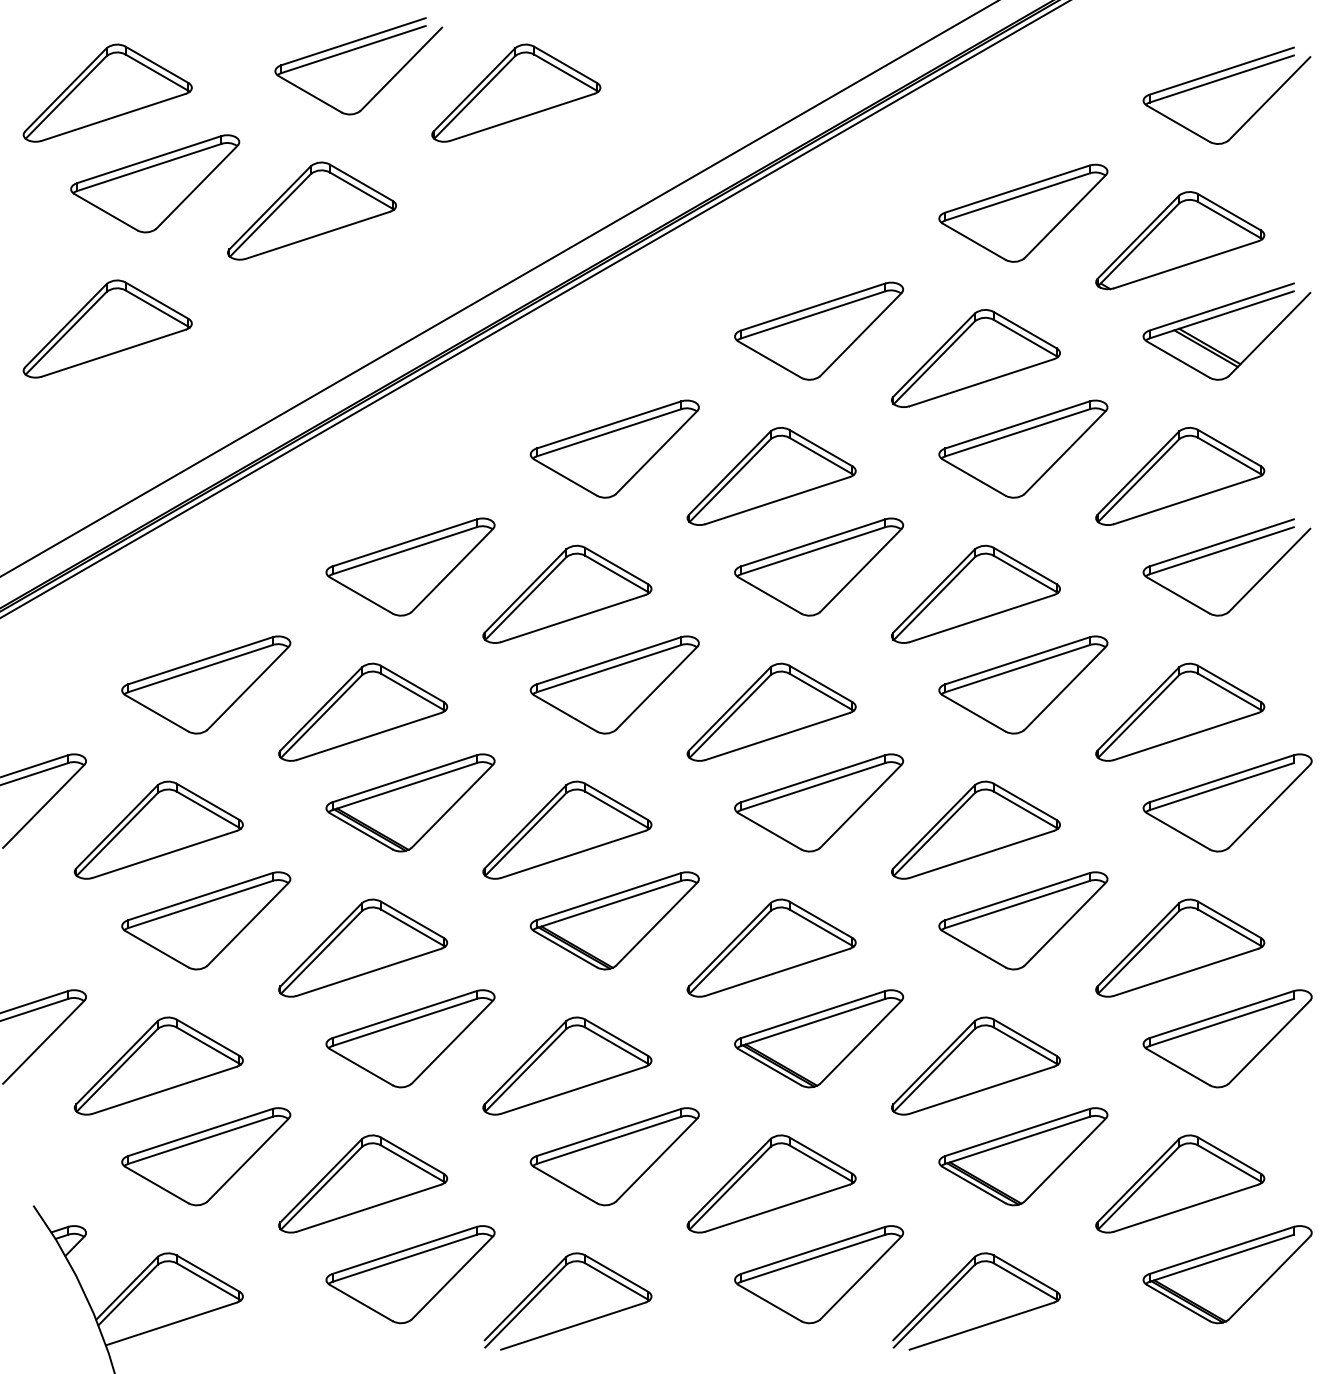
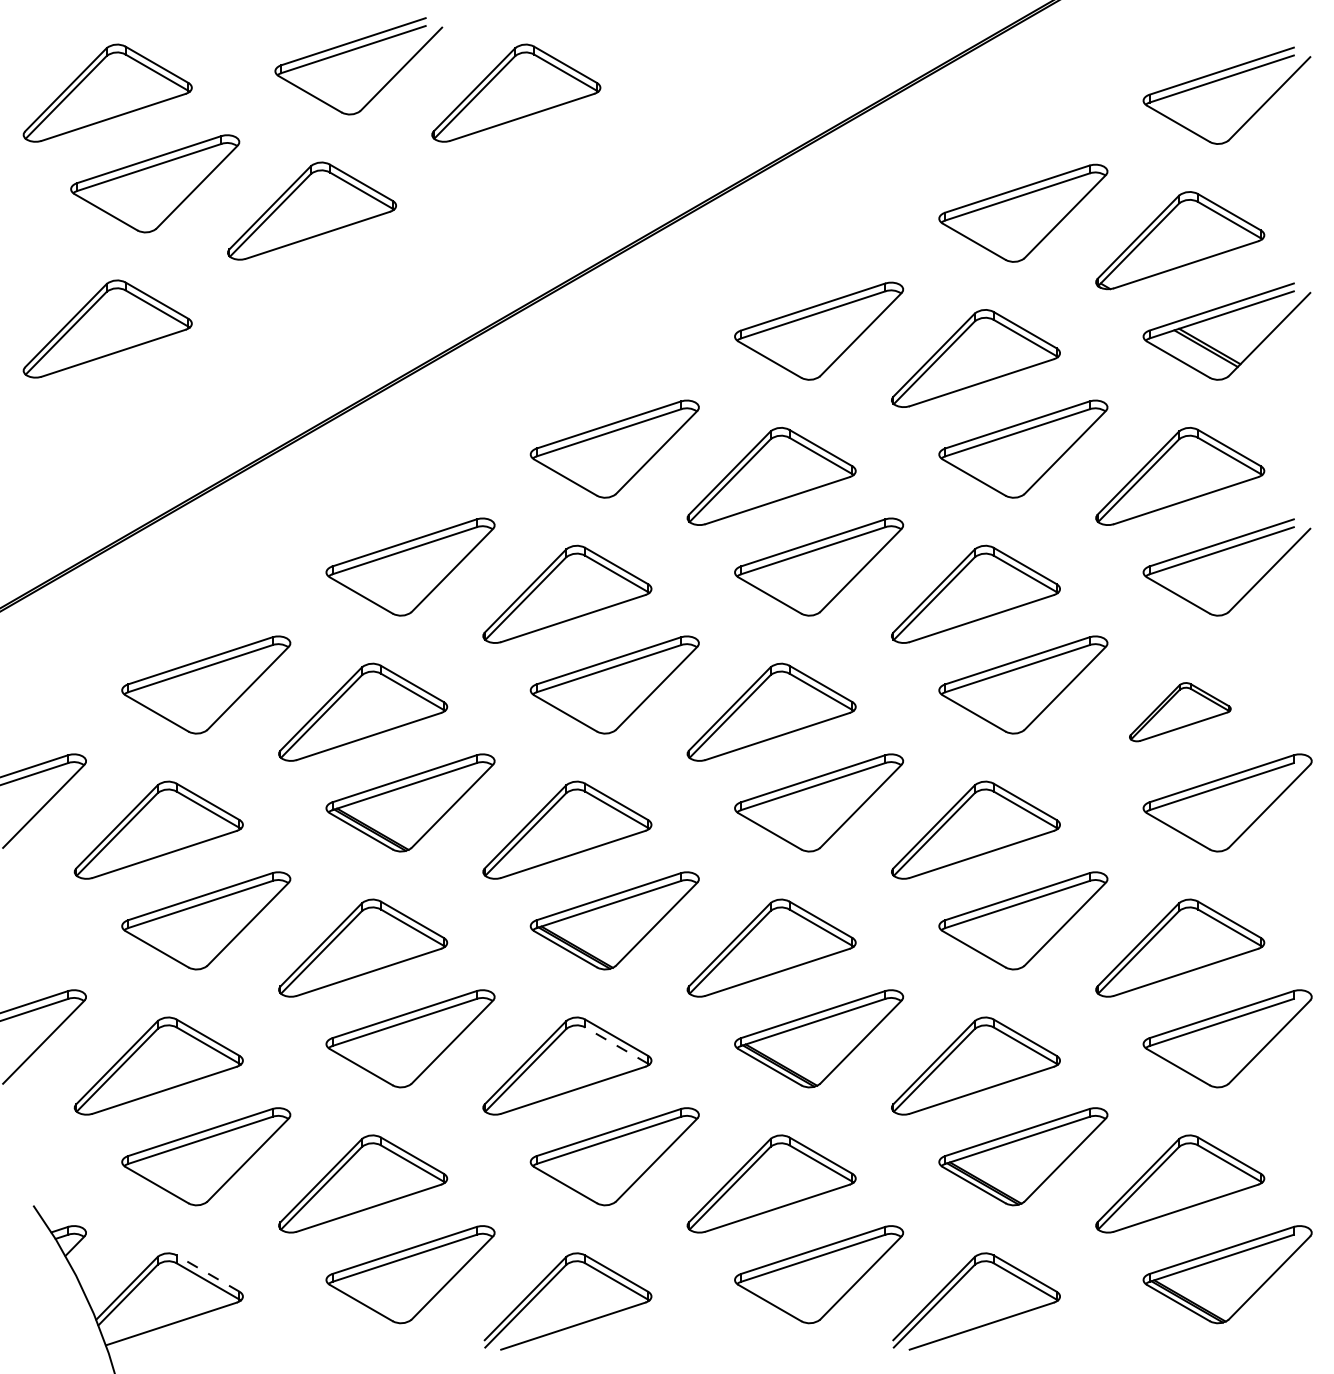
line at (498, 288): present -> none
line at (534, 309): present -> none
part at (1180, 711) size: 171x100 px -> 103x61 px
line at (616, 1045): solid -> dashed
line at (207, 1273): solid -> dashed
